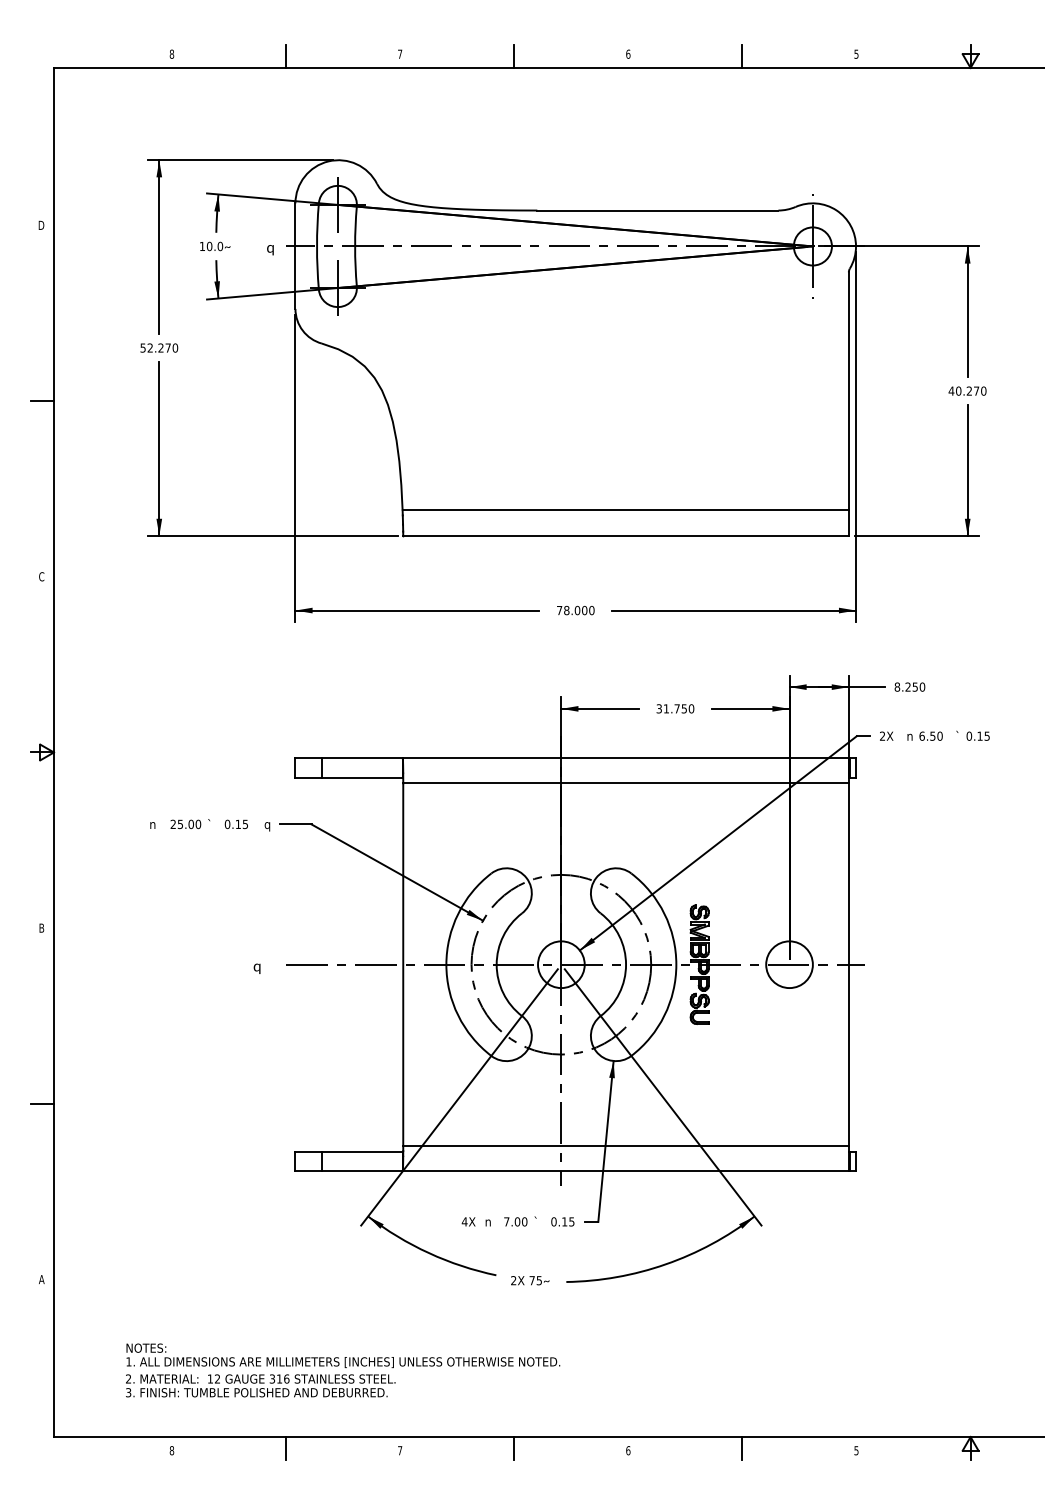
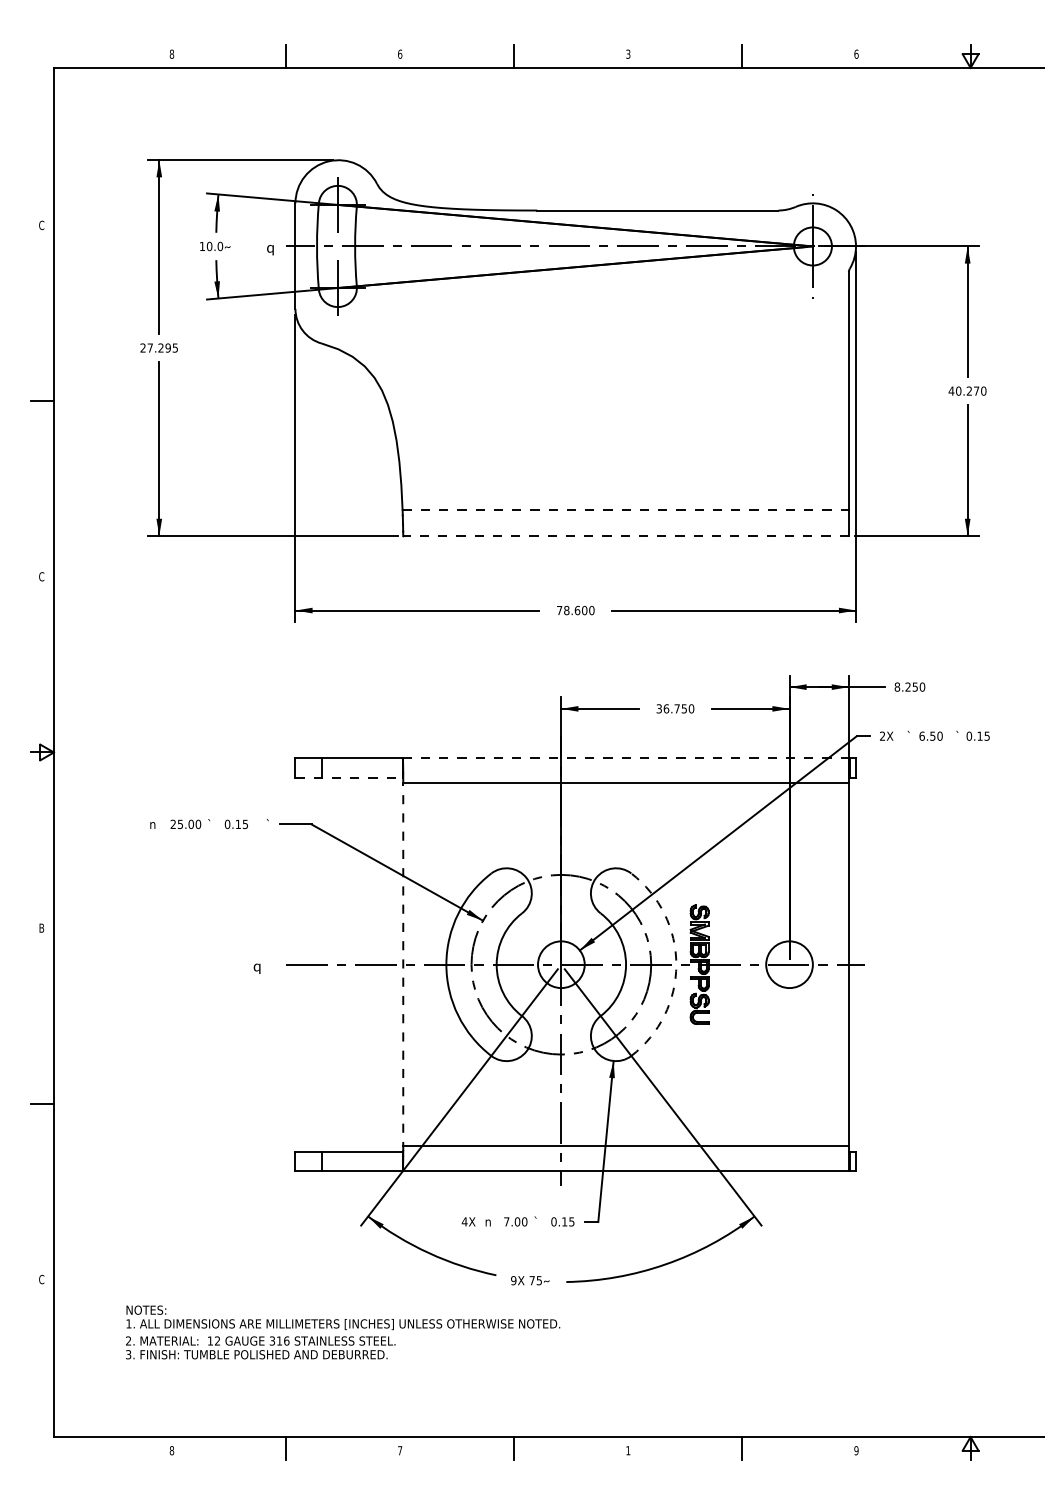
text at (400, 53): 7 -> 6
text at (628, 53): 6 -> 3
text at (856, 53): 5 -> 6
text at (41, 225): D -> C
text at (159, 347): 52.270 -> 27.295
line at (626, 510): solid -> dashed
line at (626, 535): solid -> dashed
text at (577, 609): 78.000 -> 78.600
text at (666, 708): 31.750 -> 36.750
text at (909, 735): n -> `
line at (626, 757): solid -> dashed
line at (349, 777): solid -> dashed
text at (267, 825): q -> `
arc at (676, 964): solid -> dashed
line at (403, 967): solid -> dashed
text at (41, 1279): A -> C
text at (513, 1280): 2X -> 9X
text at (343, 1370) position: (343, 1370) -> (343, 1332)
text at (628, 1450): 6 -> 1
text at (856, 1450): 5 -> 9
